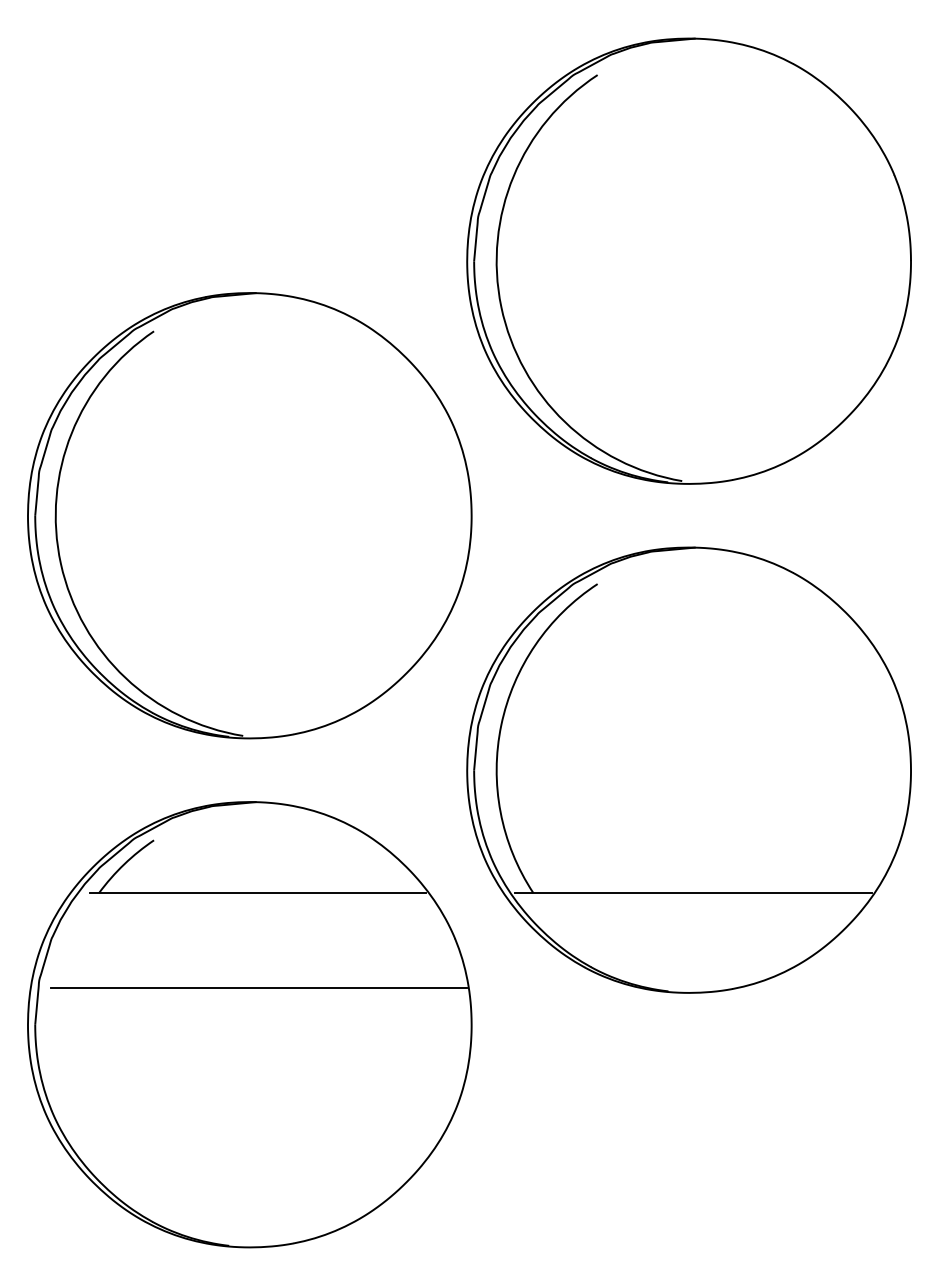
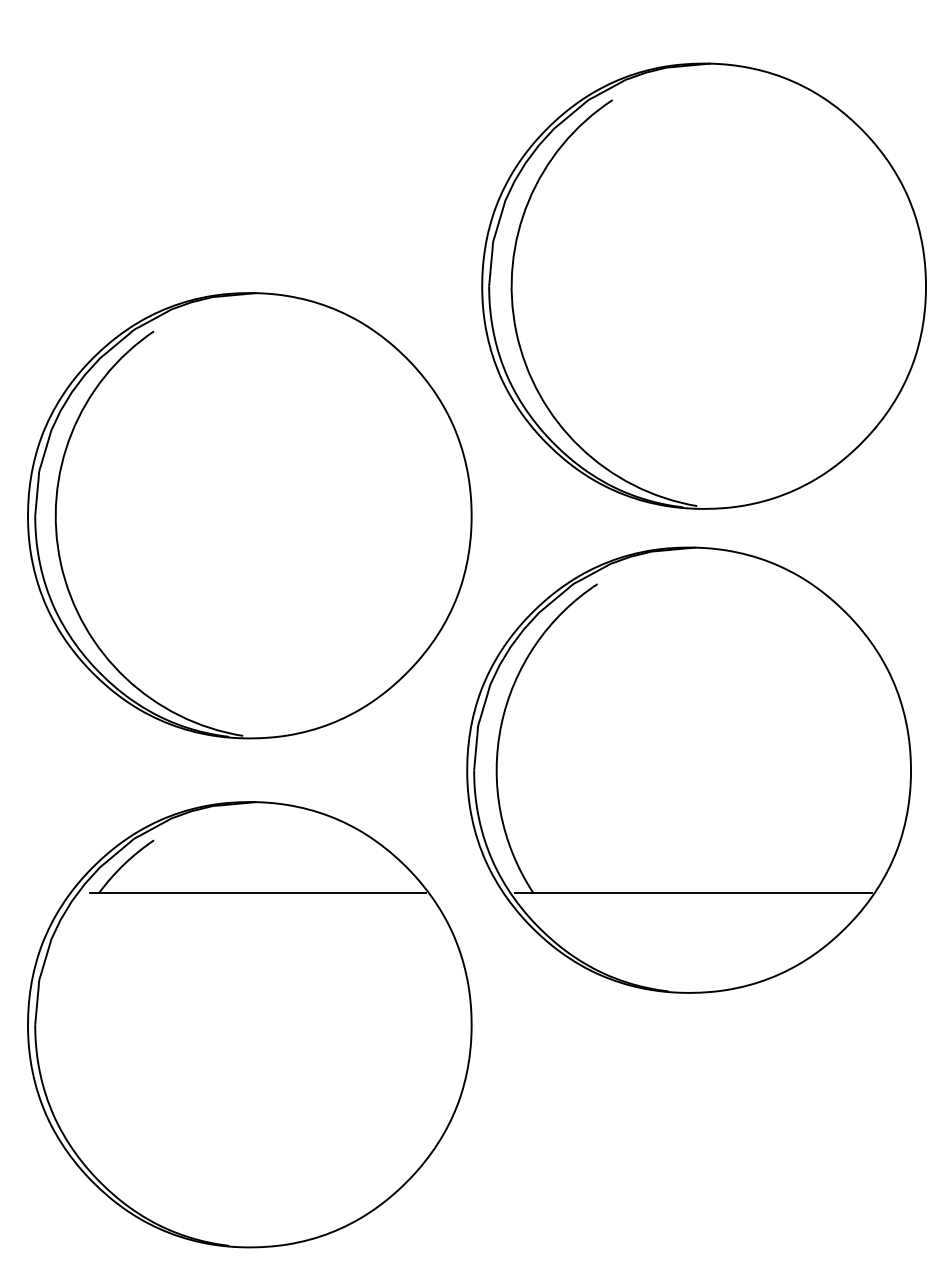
part at (688, 260) position: (688, 260) -> (703, 285)
line at (258, 988): present -> none
